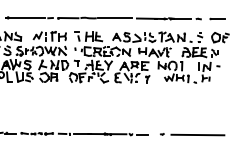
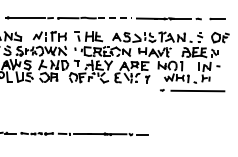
line at (115, 18): solid -> dashed
line at (192, 134) position: (192, 134) -> (192, 90)
